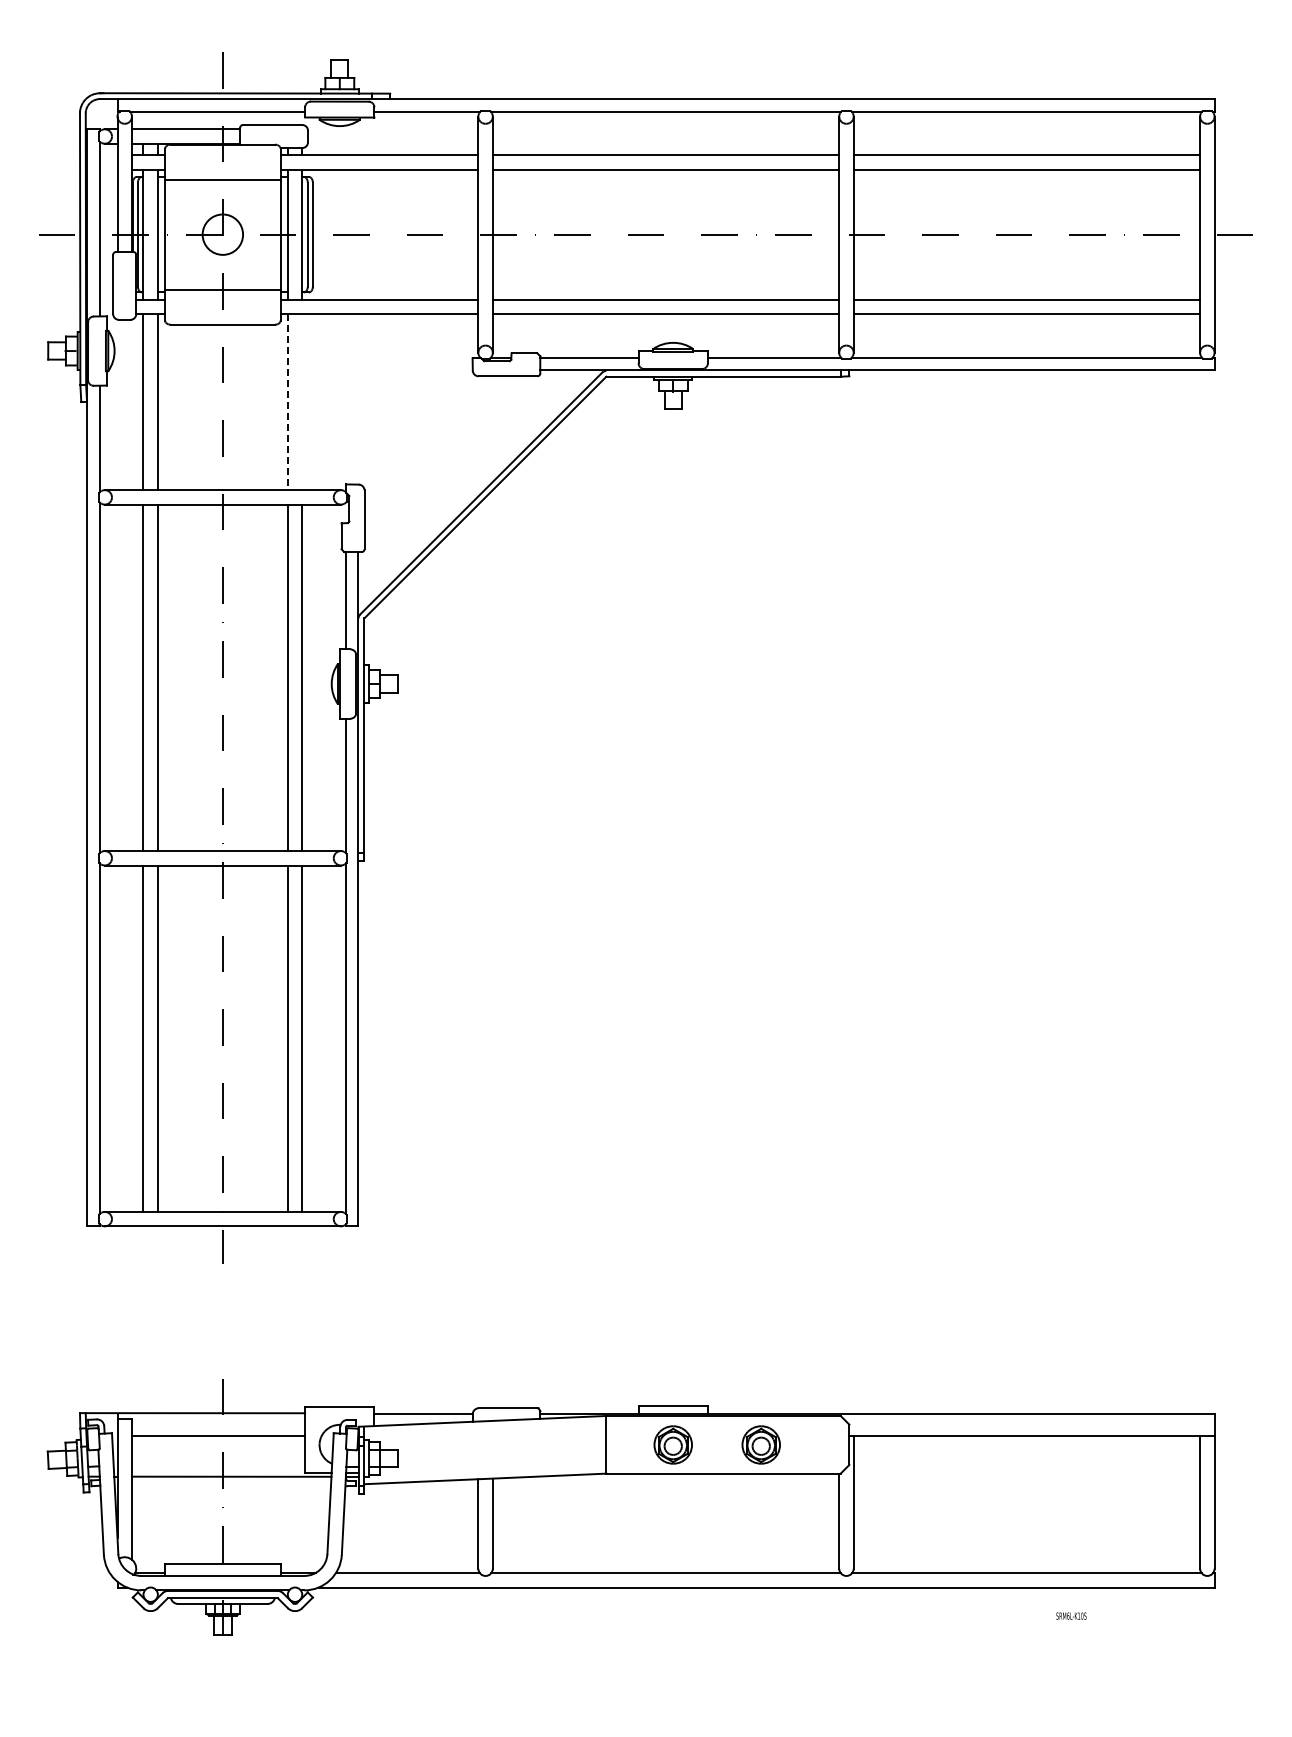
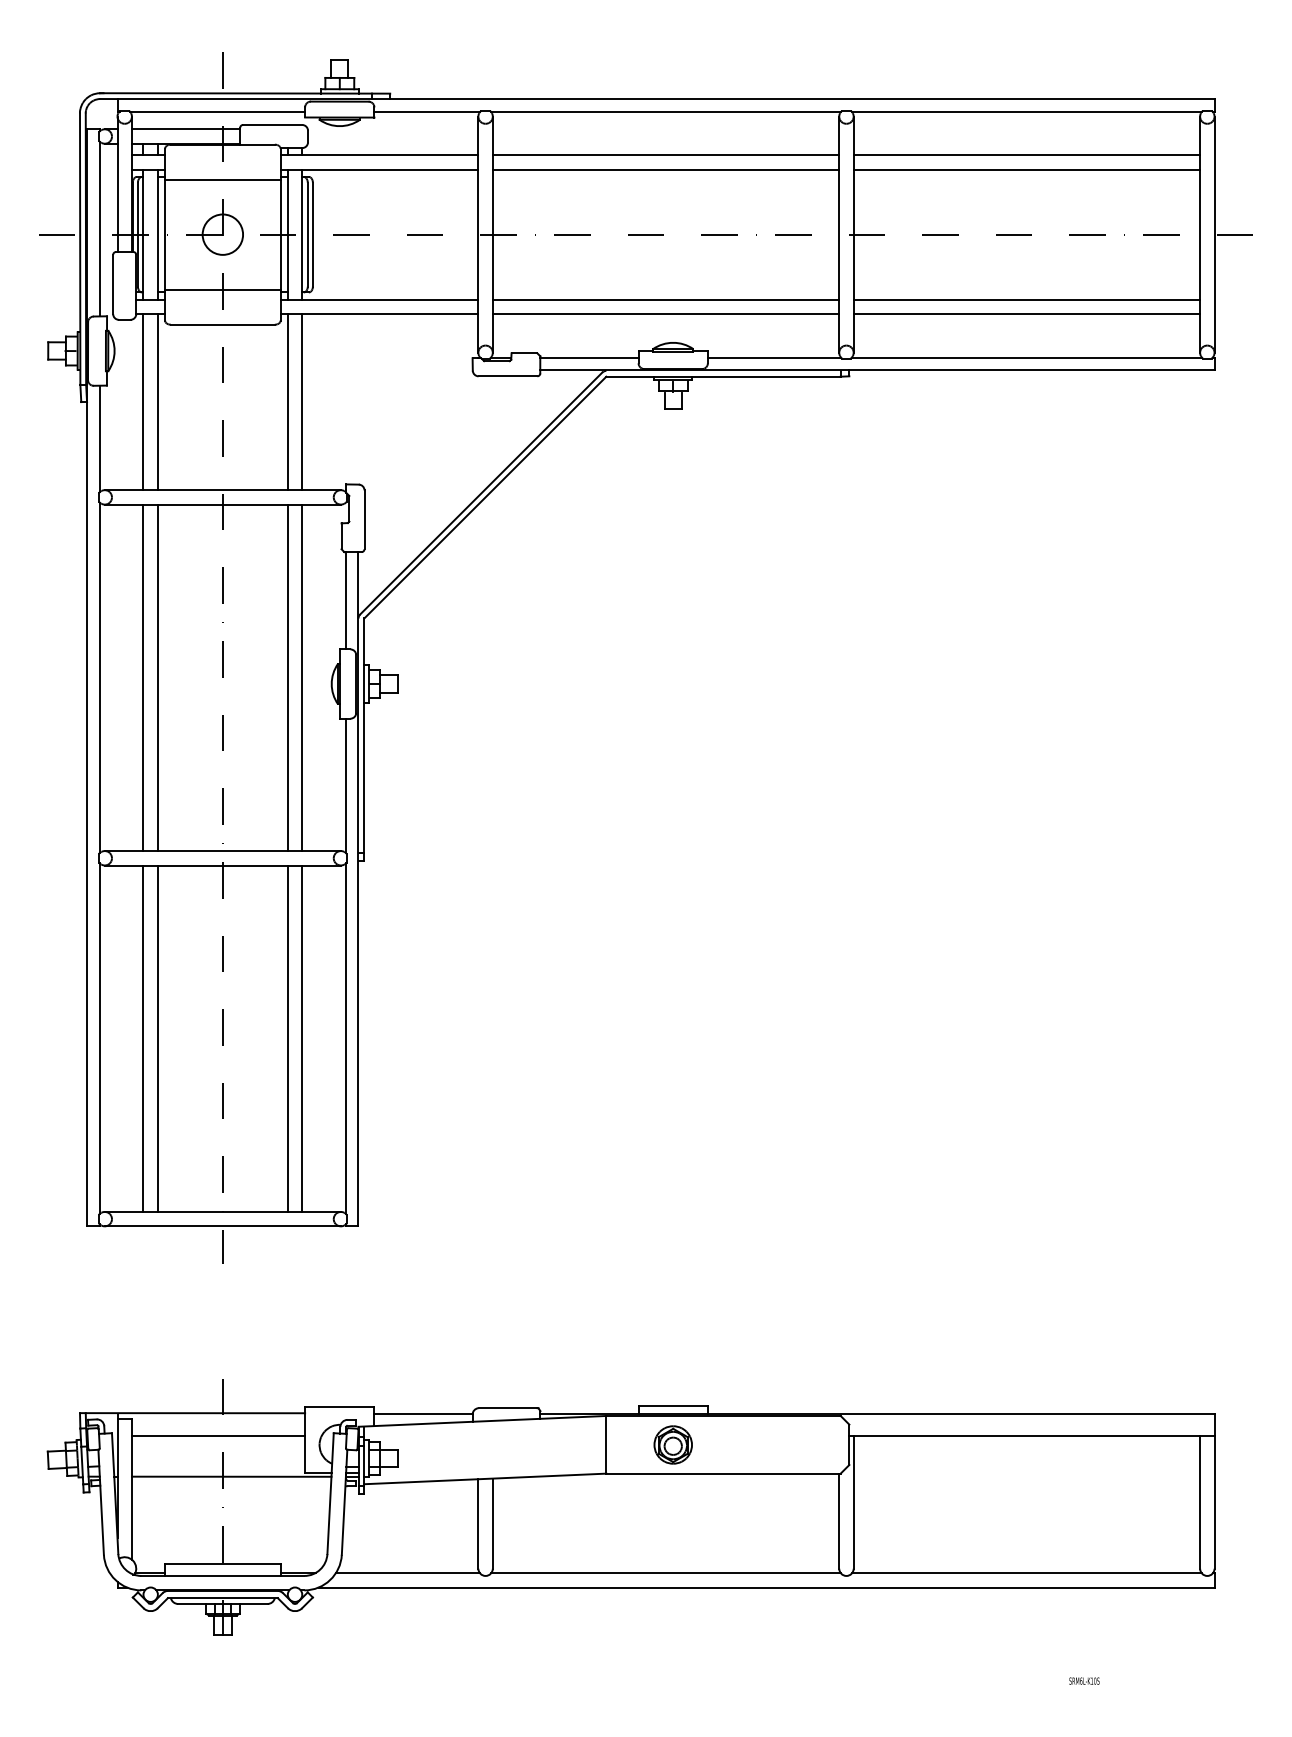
line at (287, 402): dashed -> solid
line at (302, 402): none -> present
part at (760, 1444): present -> none
text at (1071, 1615) position: (1071, 1615) -> (1084, 1680)
